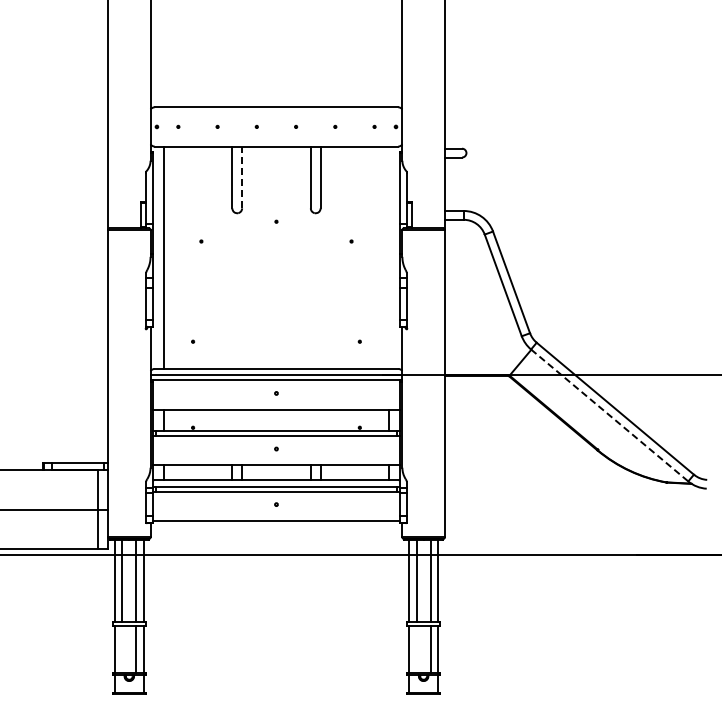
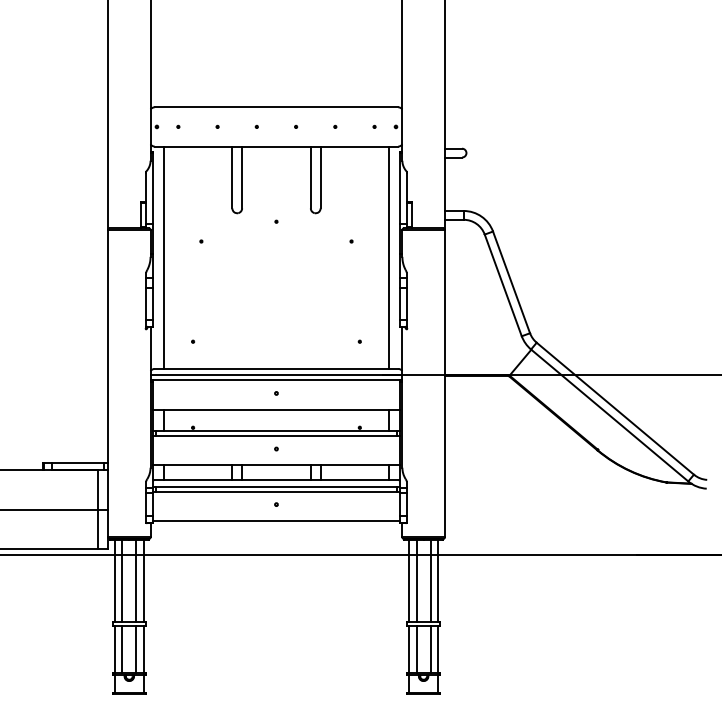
line at (242, 177): dashed -> solid
line at (389, 257): none -> present
line at (609, 415): dashed -> solid
line at (122, 649): none -> present
line at (416, 649): none -> present
